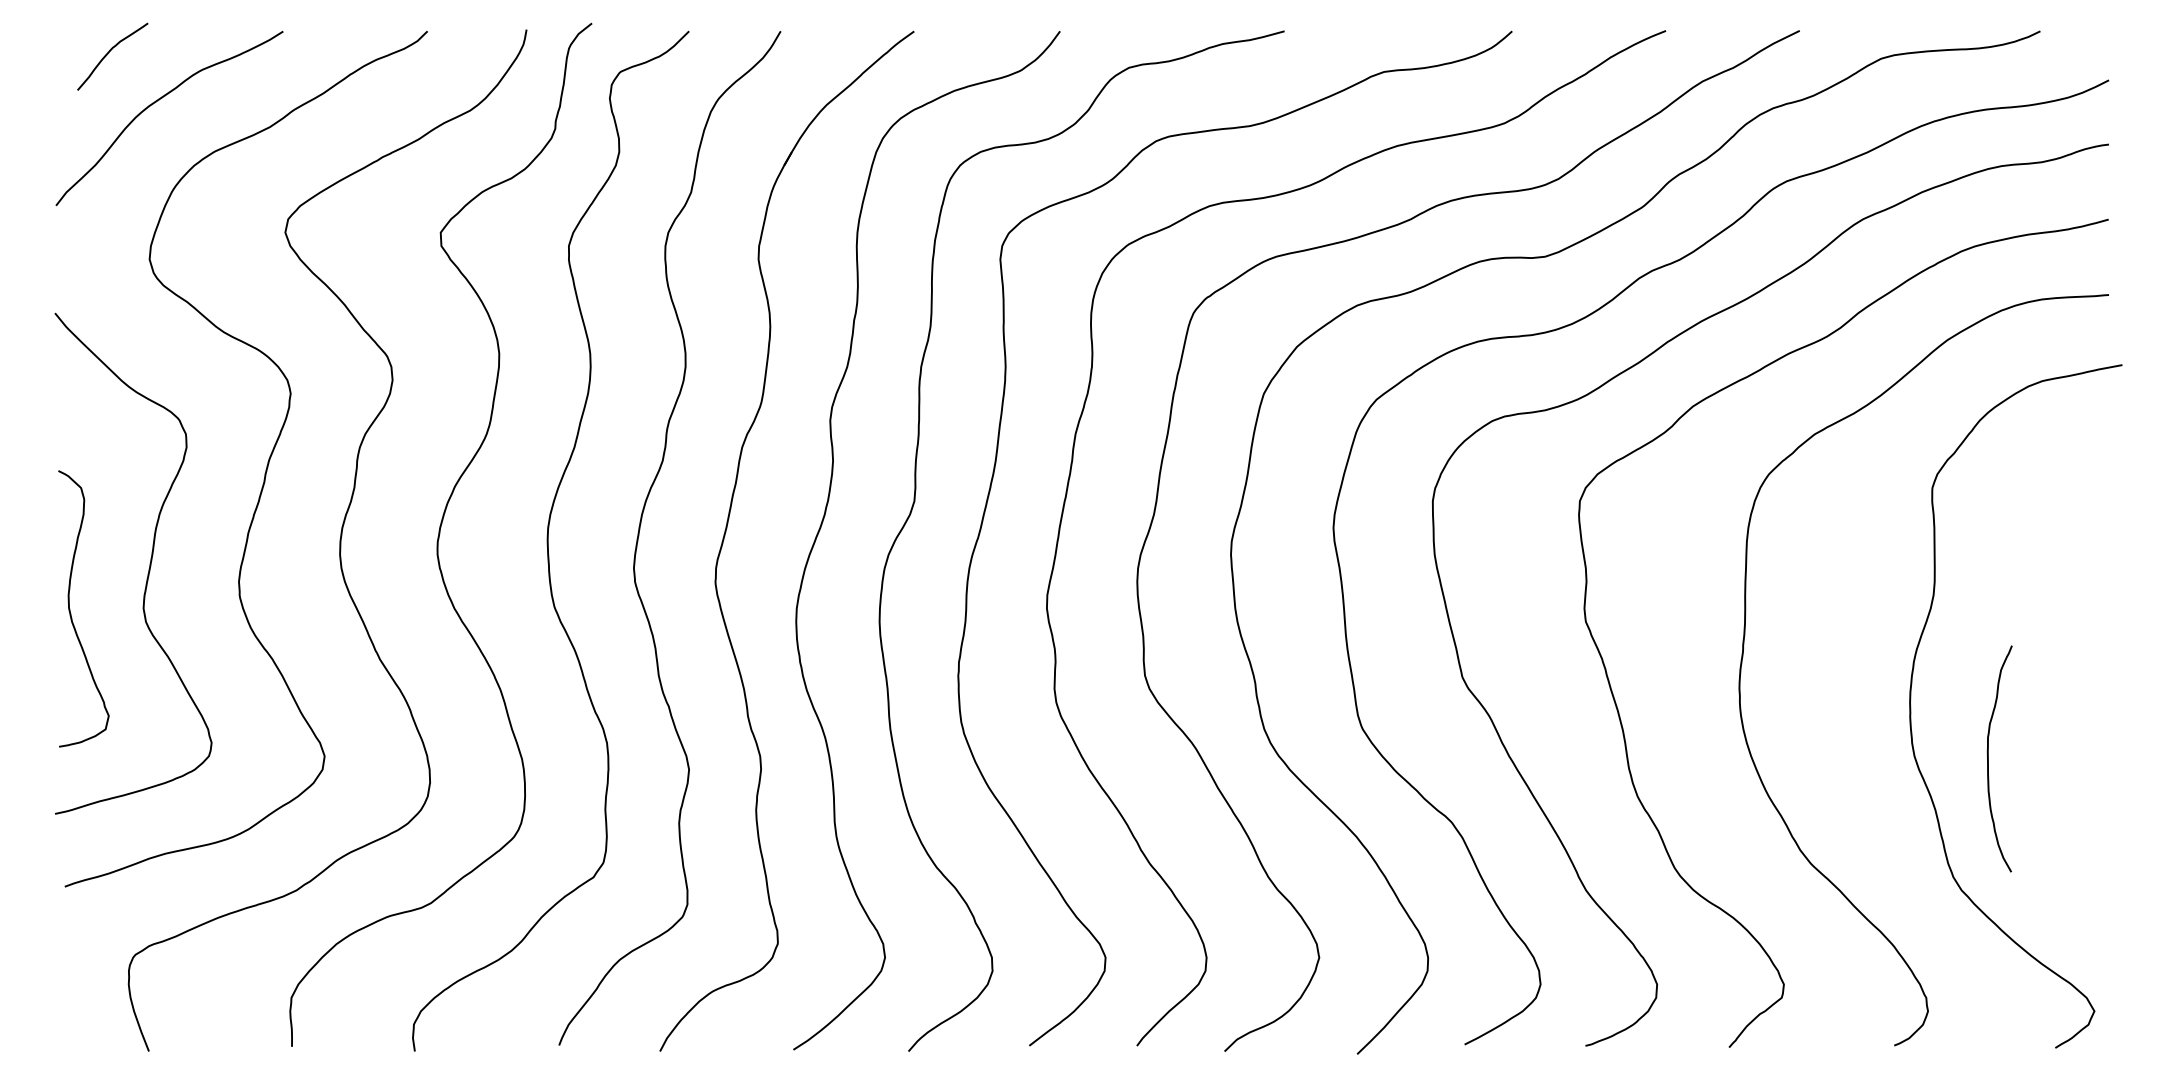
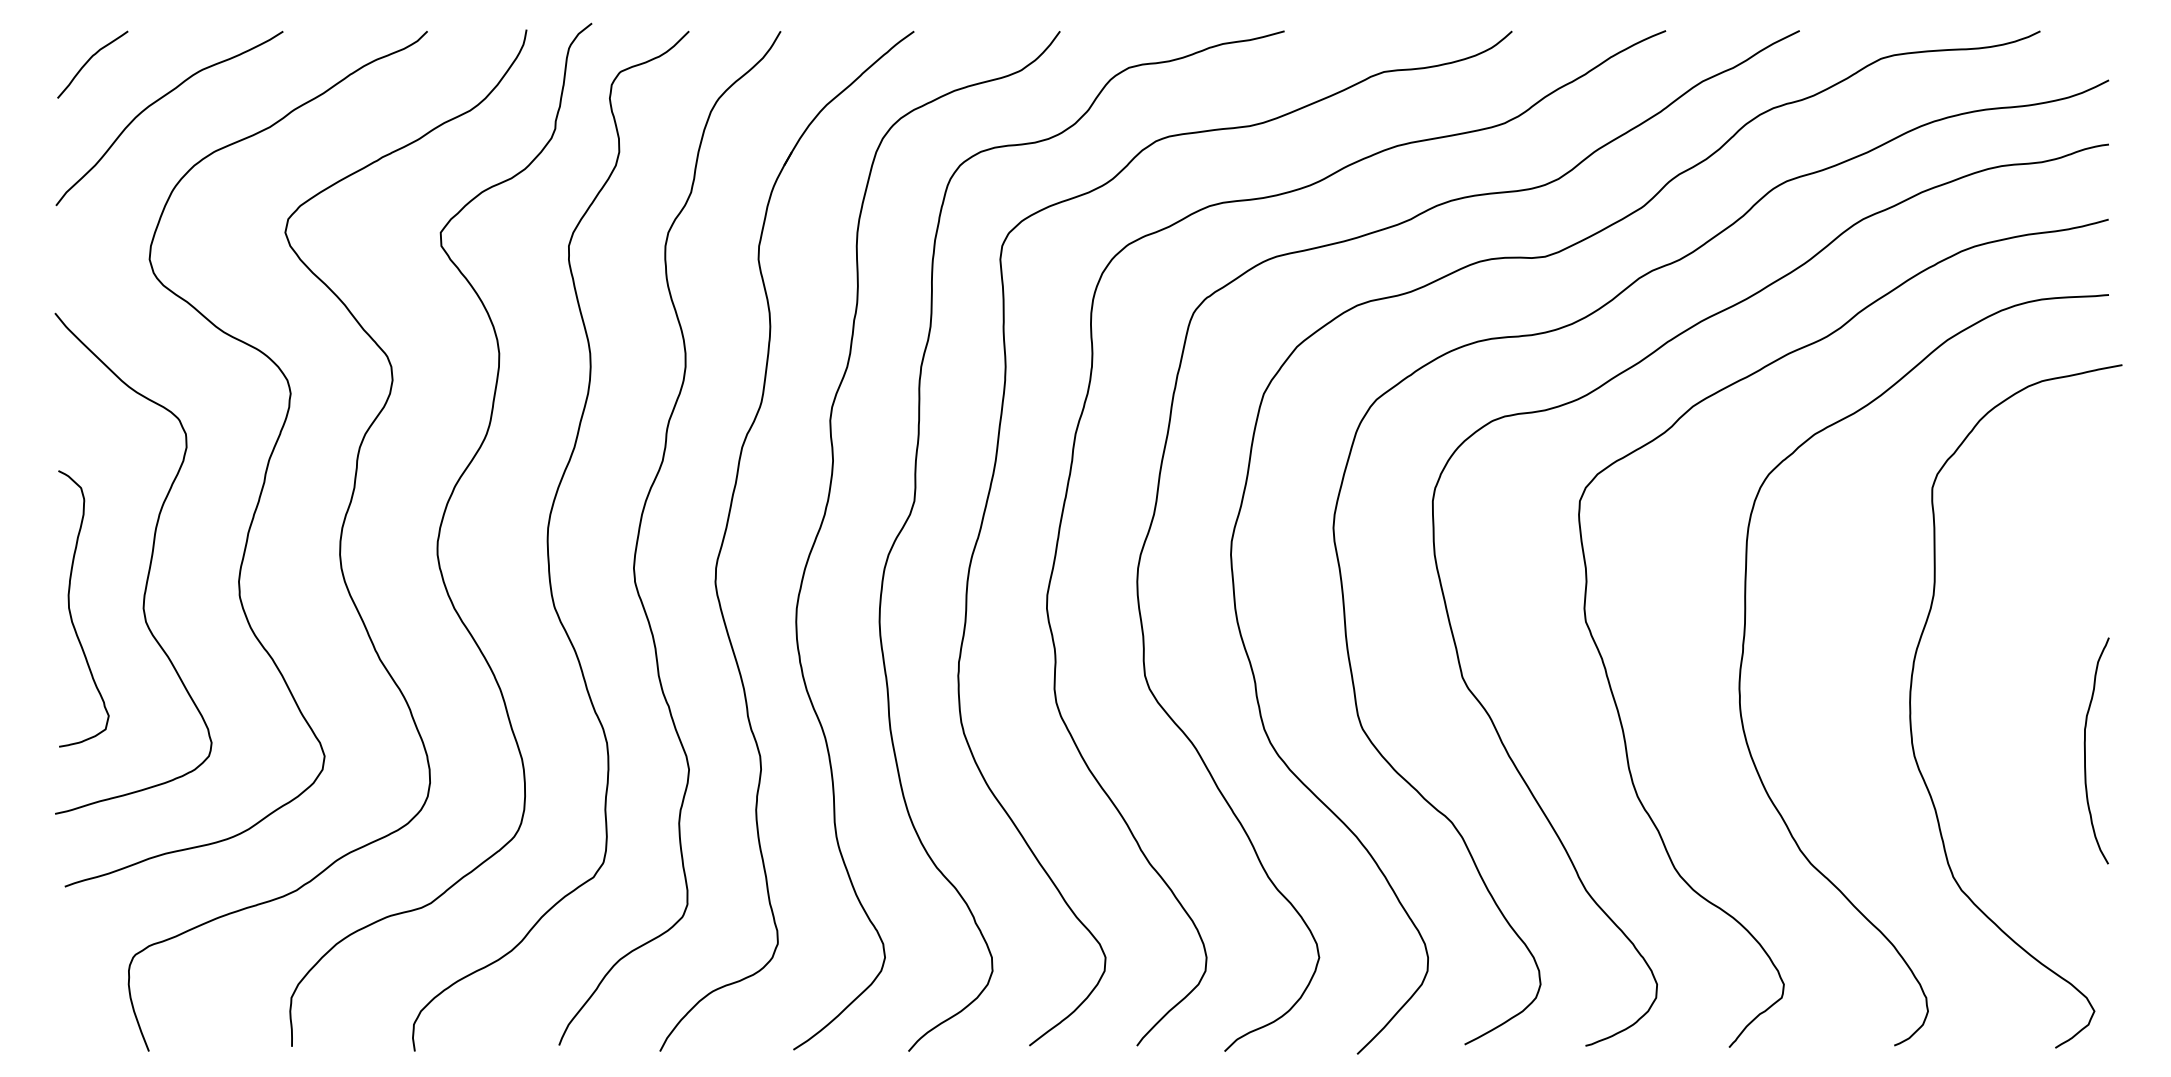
curve at (108, 54) position: (108, 54) -> (88, 62)
curve at (1988, 758) position: (1988, 758) -> (2085, 750)
